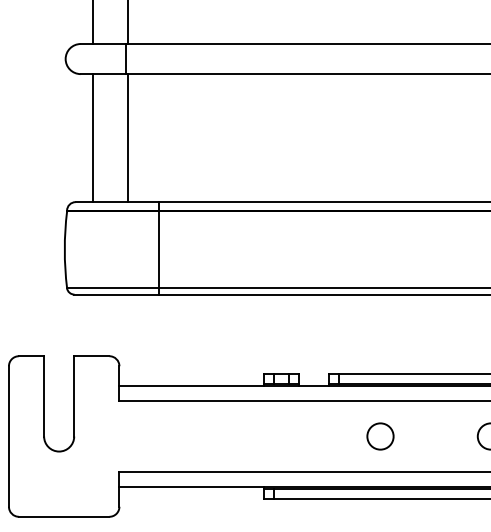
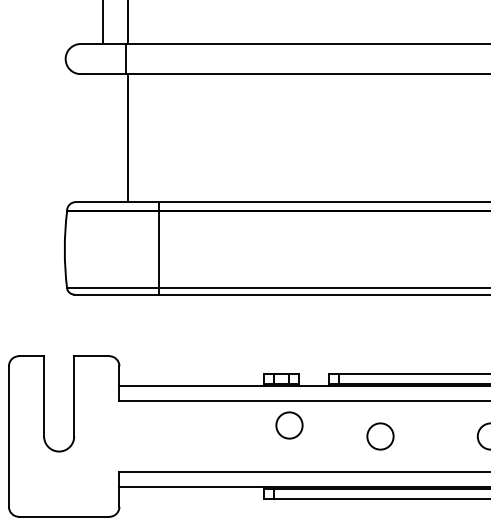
line at (93, 22) position: (93, 22) -> (103, 22)
line at (93, 138): present -> none
circle at (289, 425): none -> present
